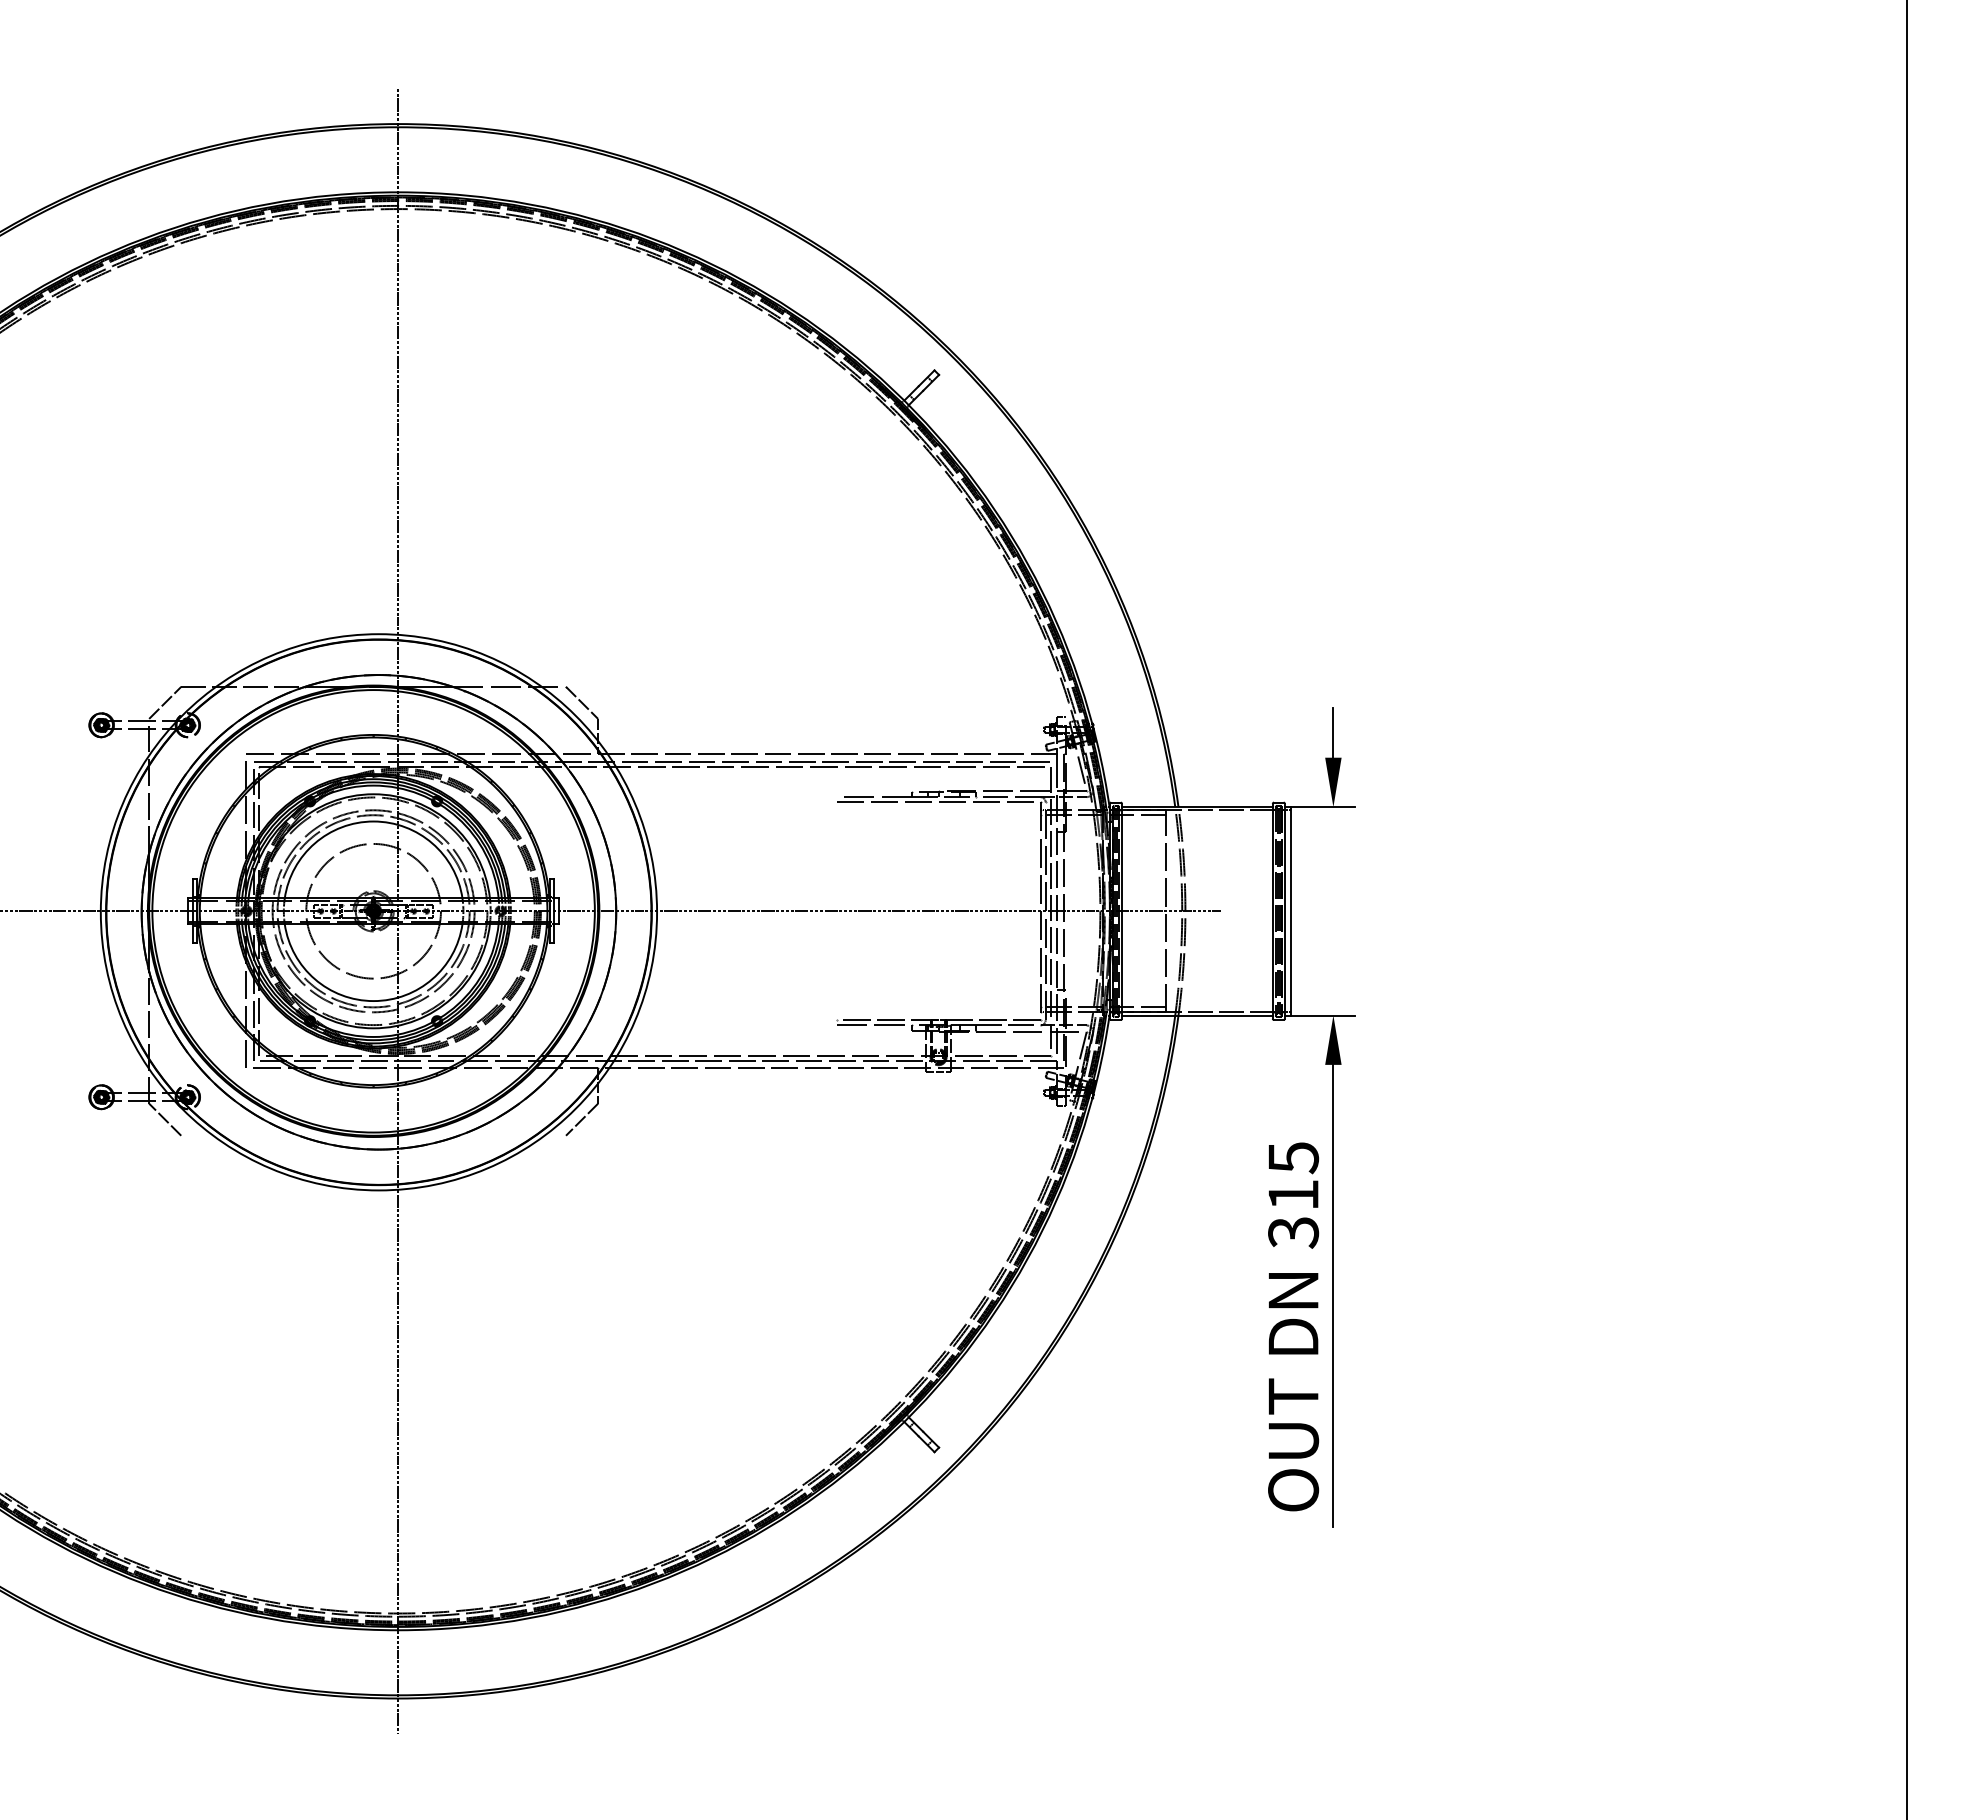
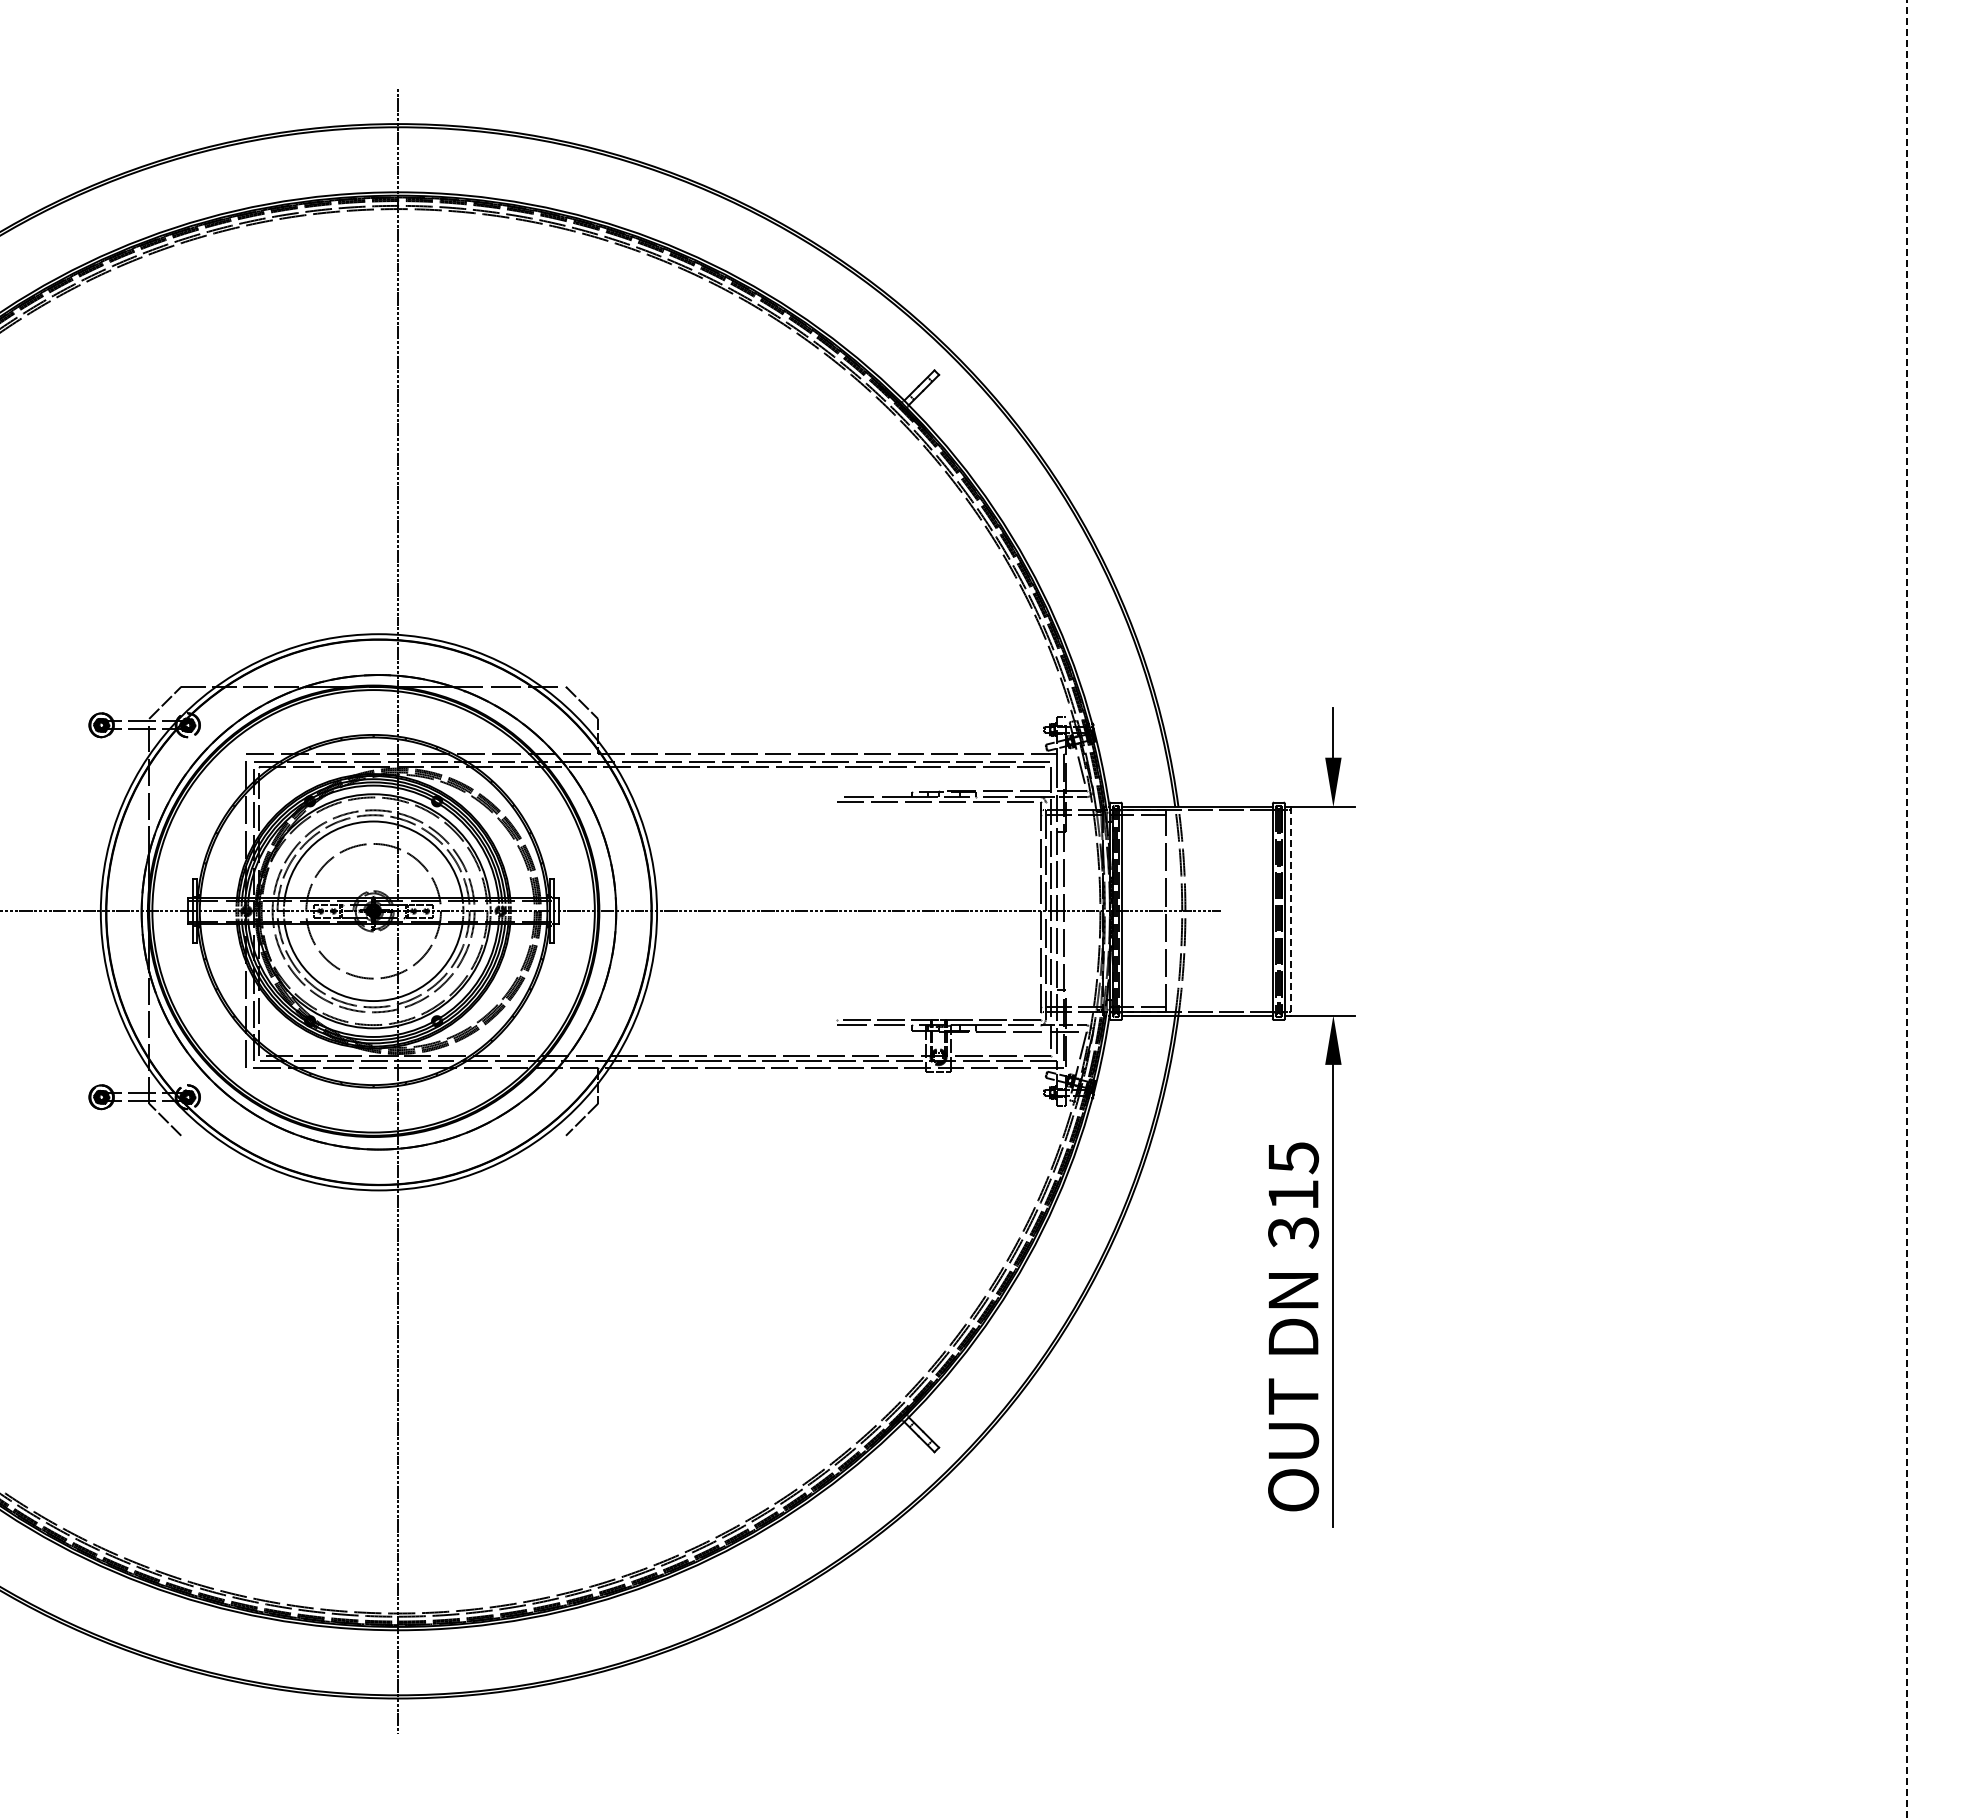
line at (1907, 909): solid -> dashed
line at (1291, 911): solid -> dashed
